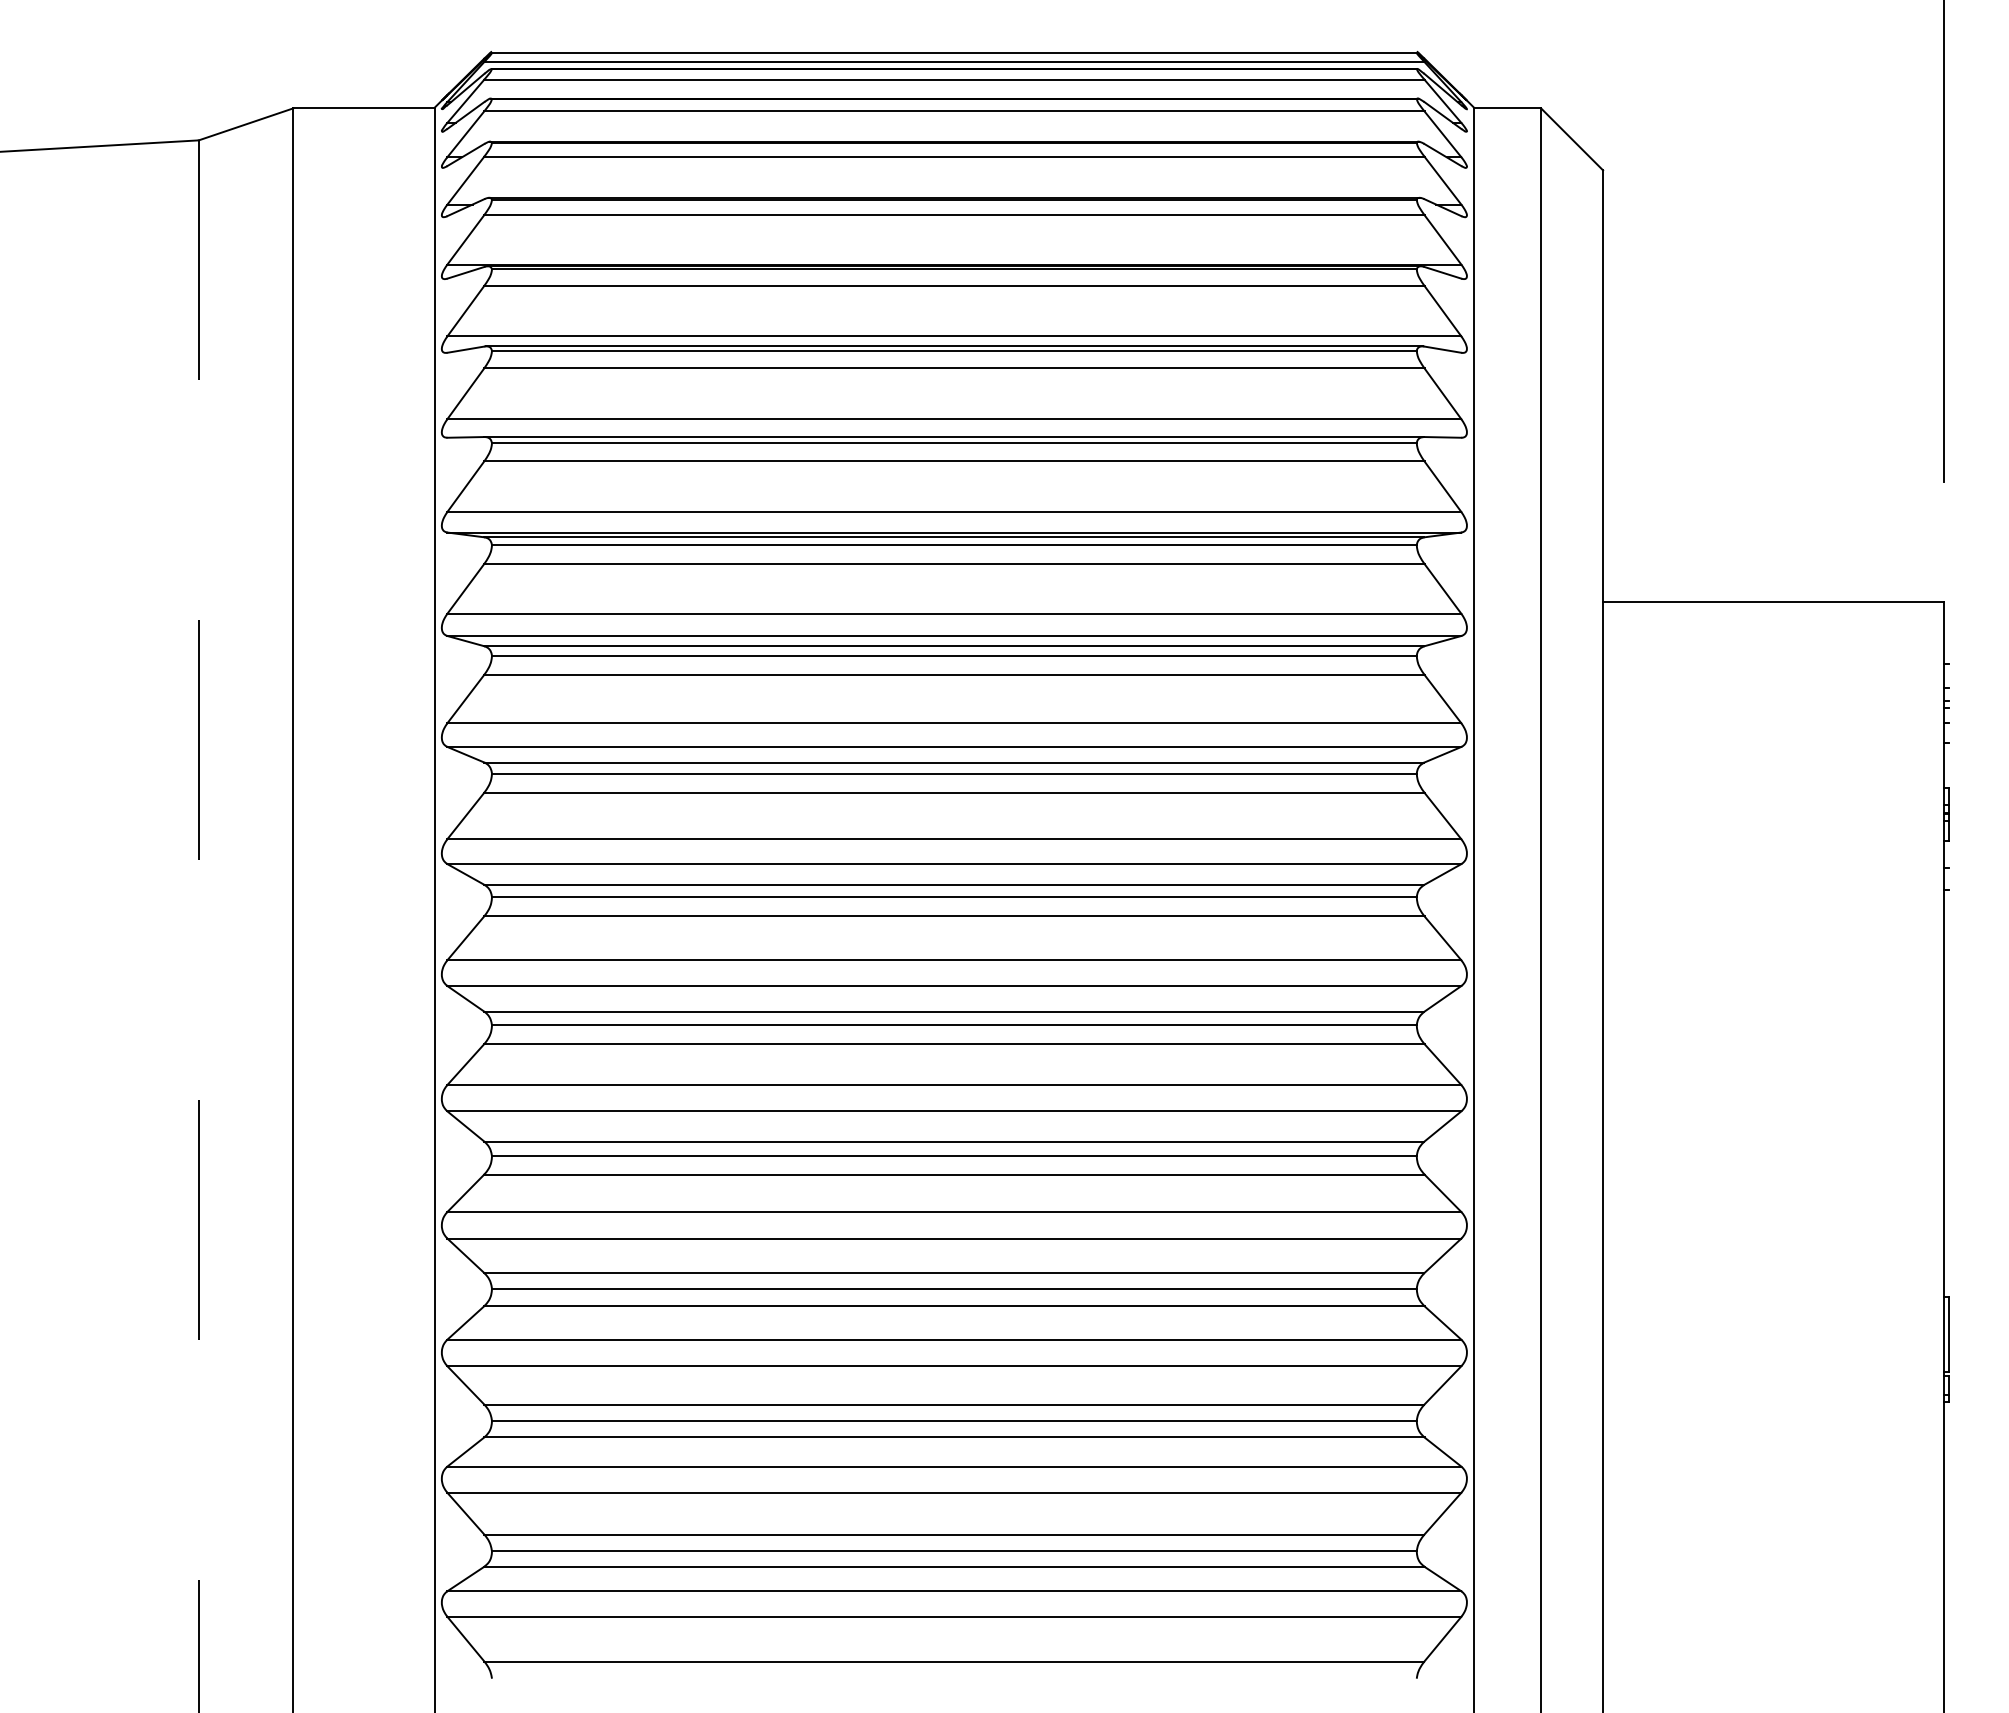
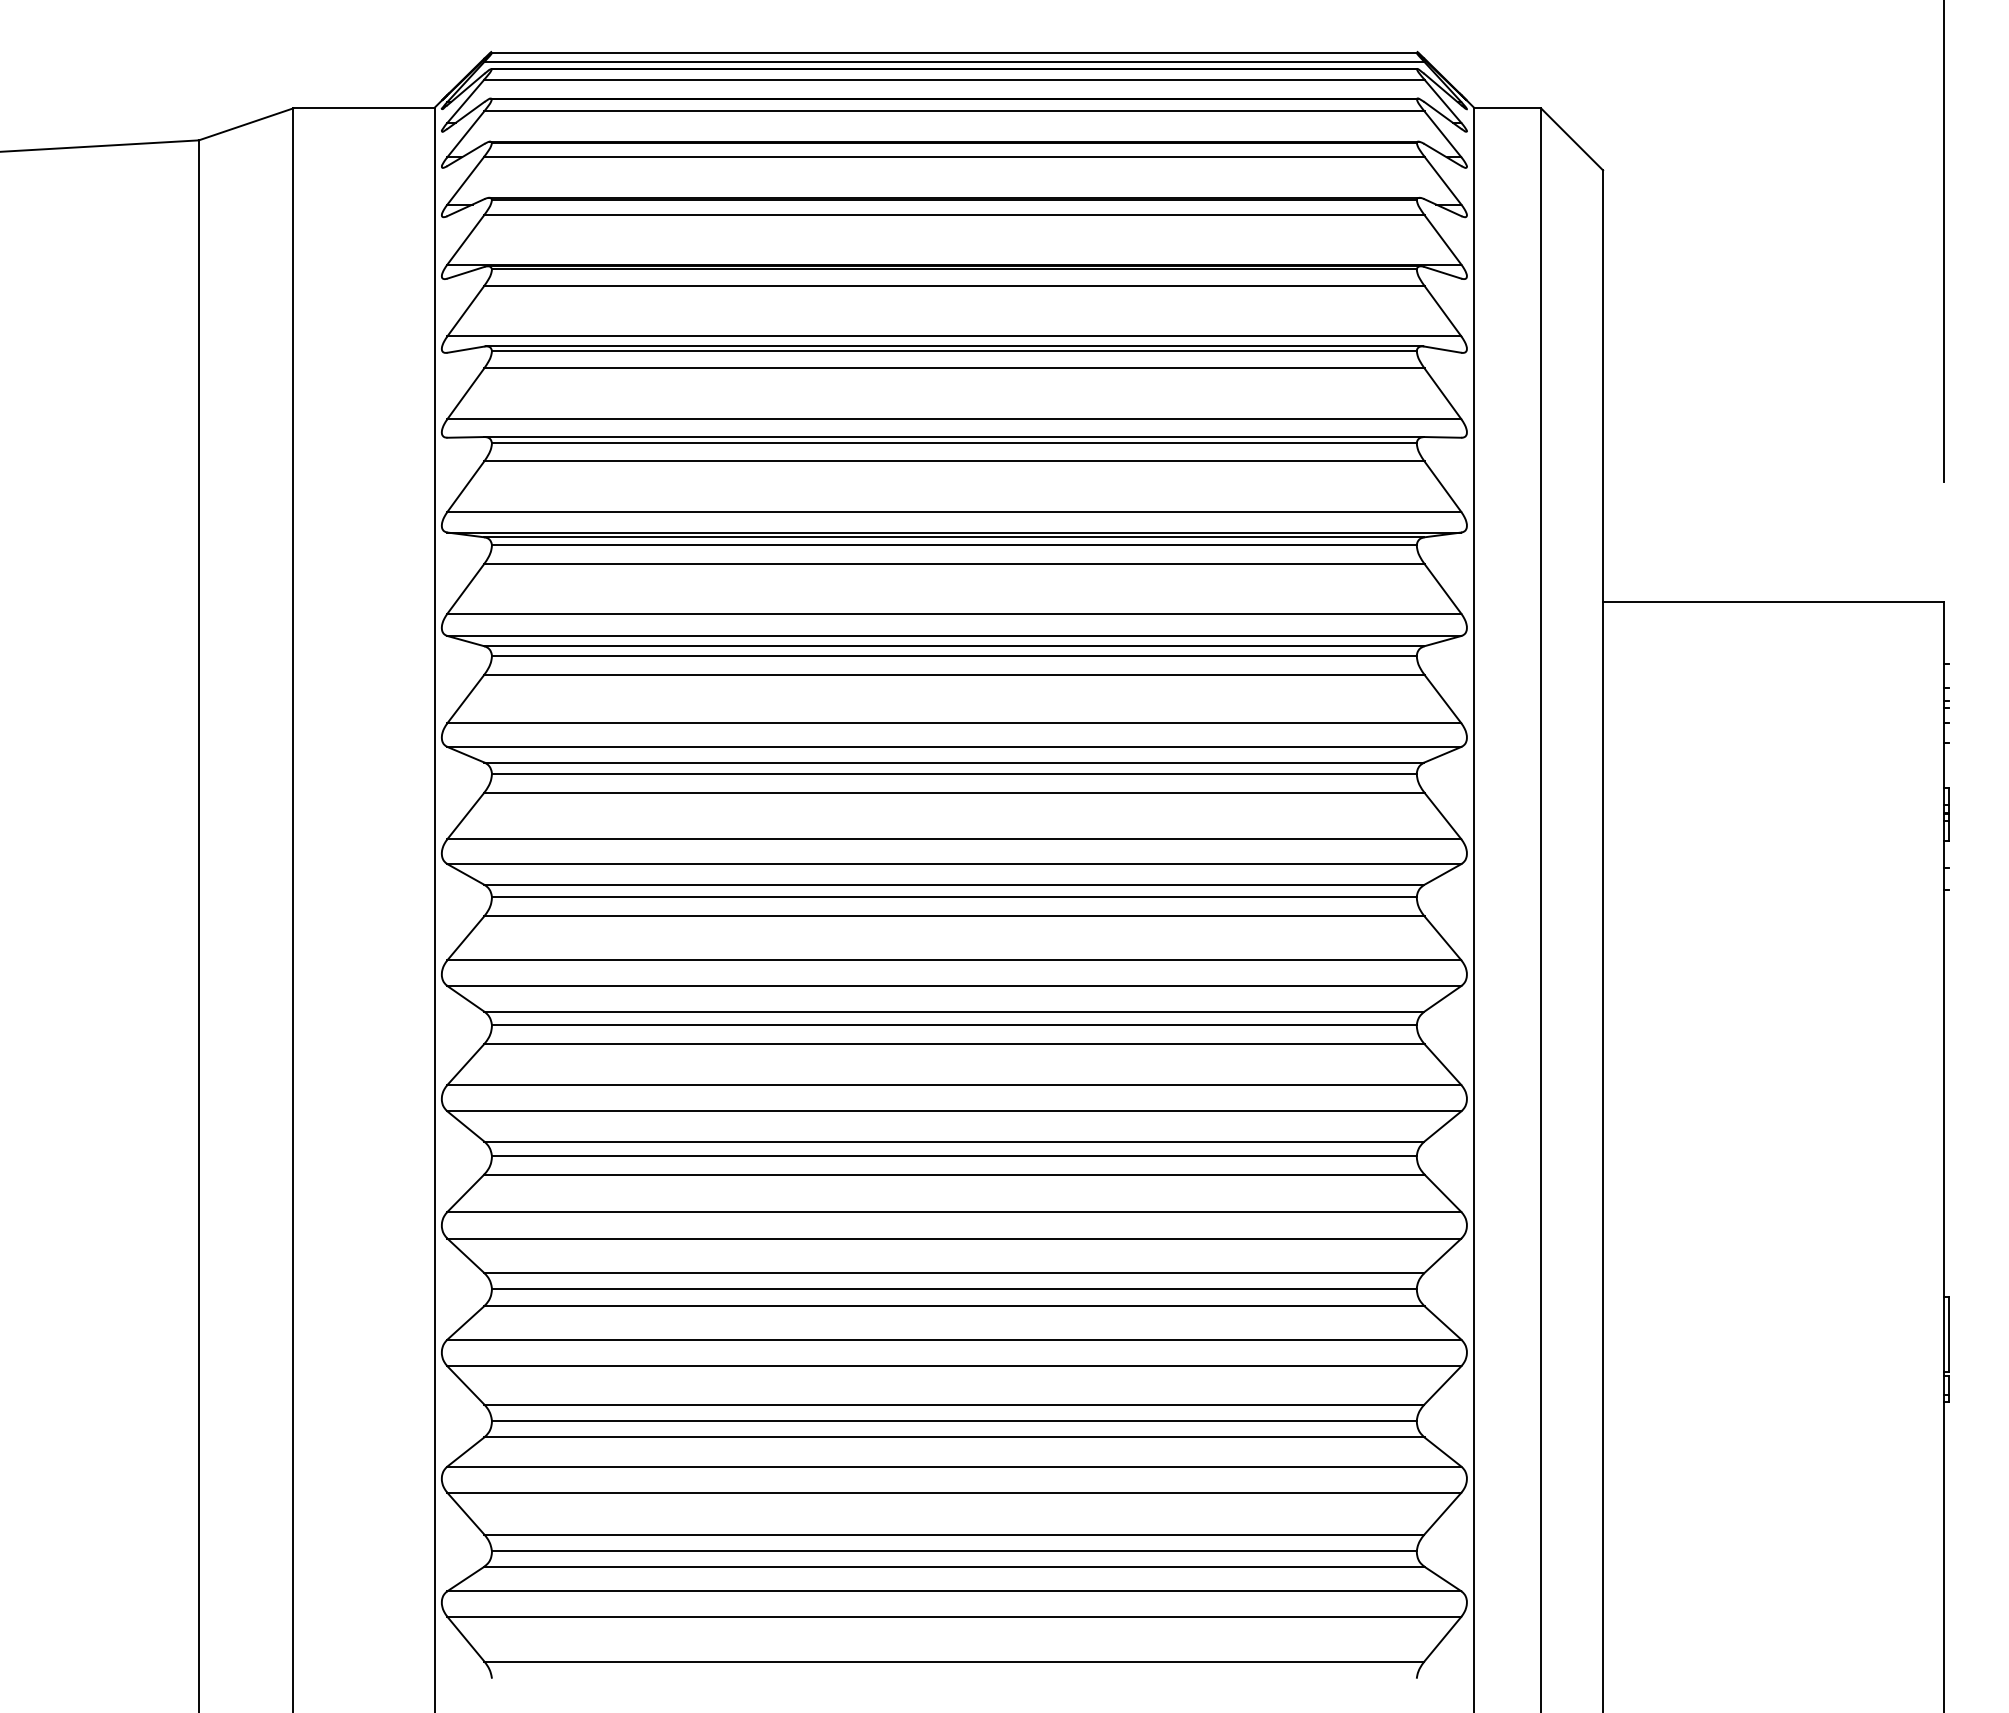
line at (198, 926): dashed -> solid
